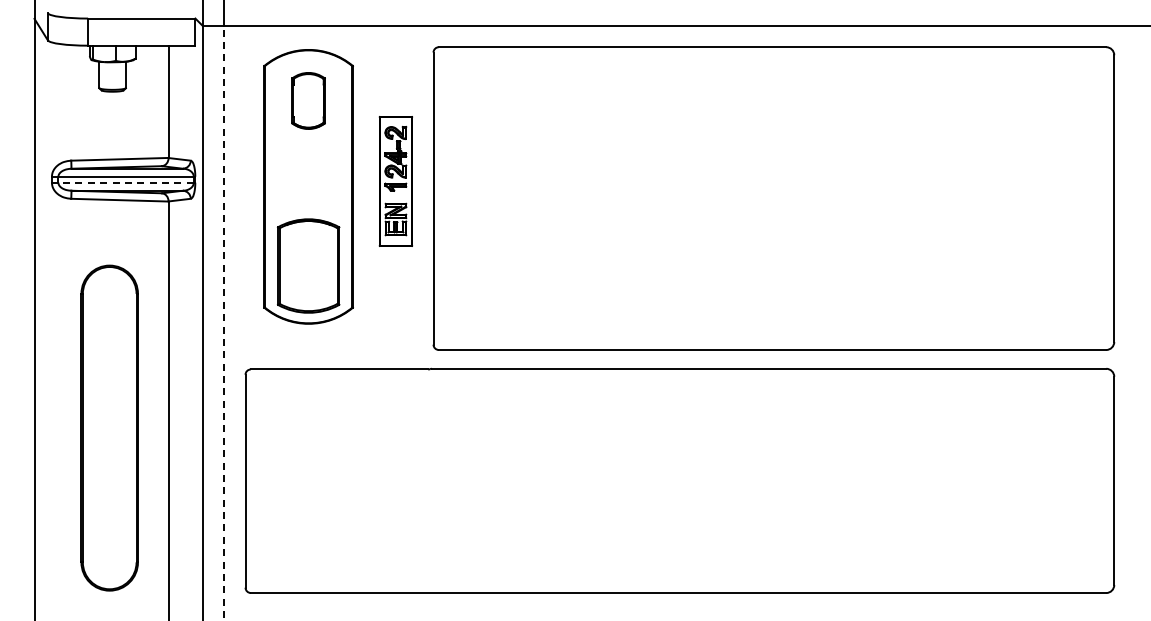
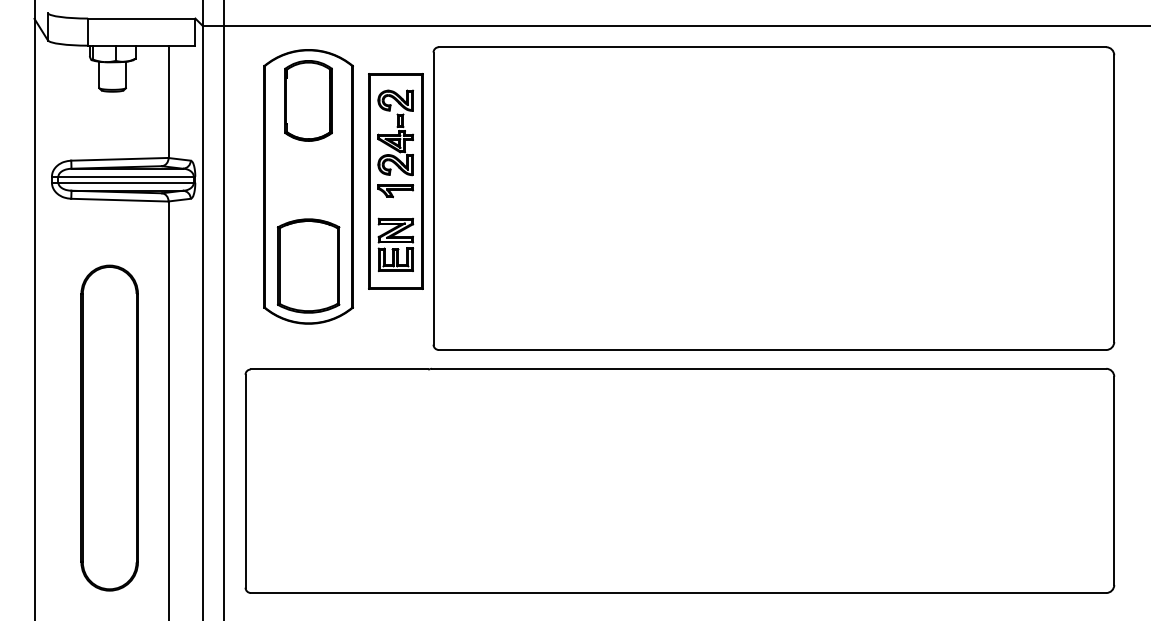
part at (308, 100) size: 35x58 px -> 49x82 px
part at (395, 181) size: 35x131 px -> 56x217 px
line at (126, 182): dashed -> solid
line at (224, 322): dashed -> solid
